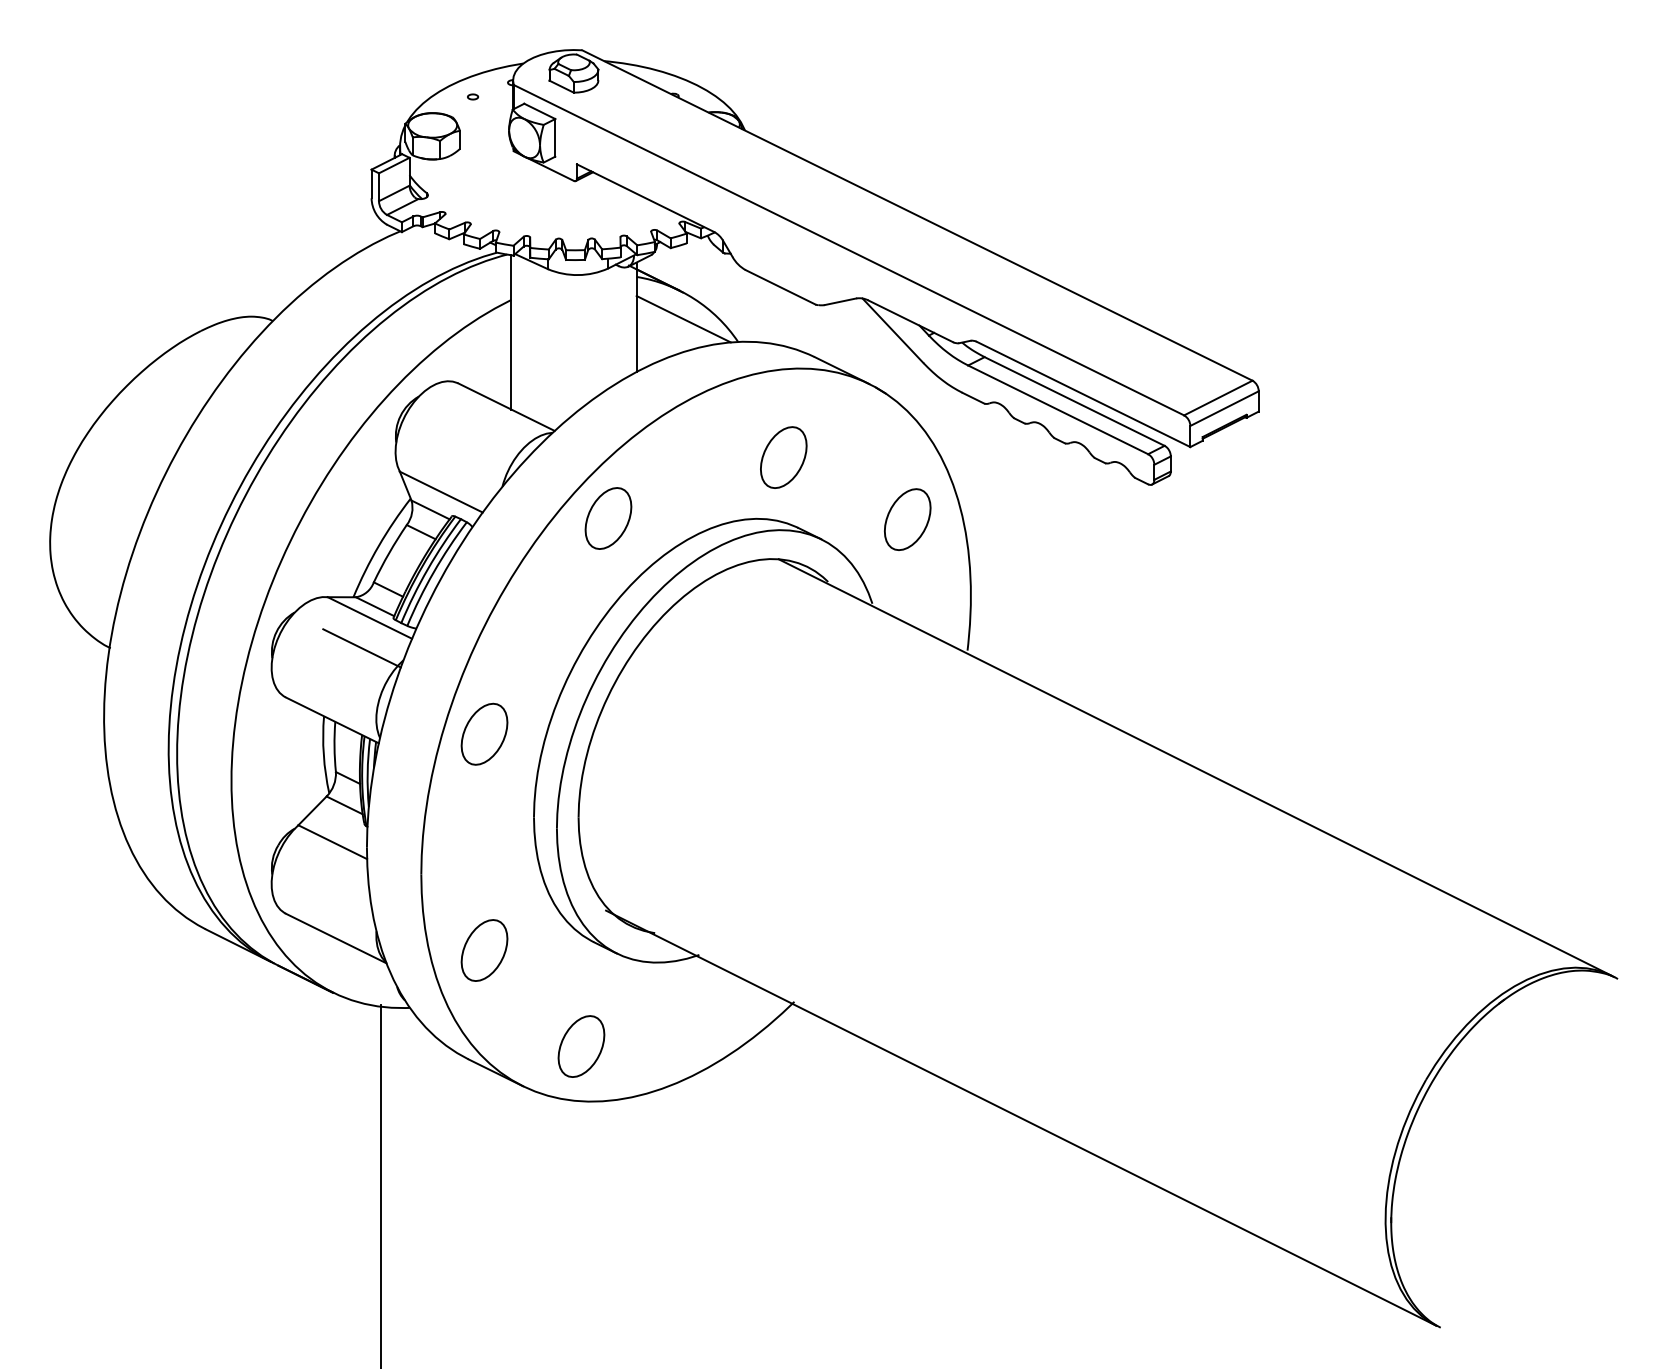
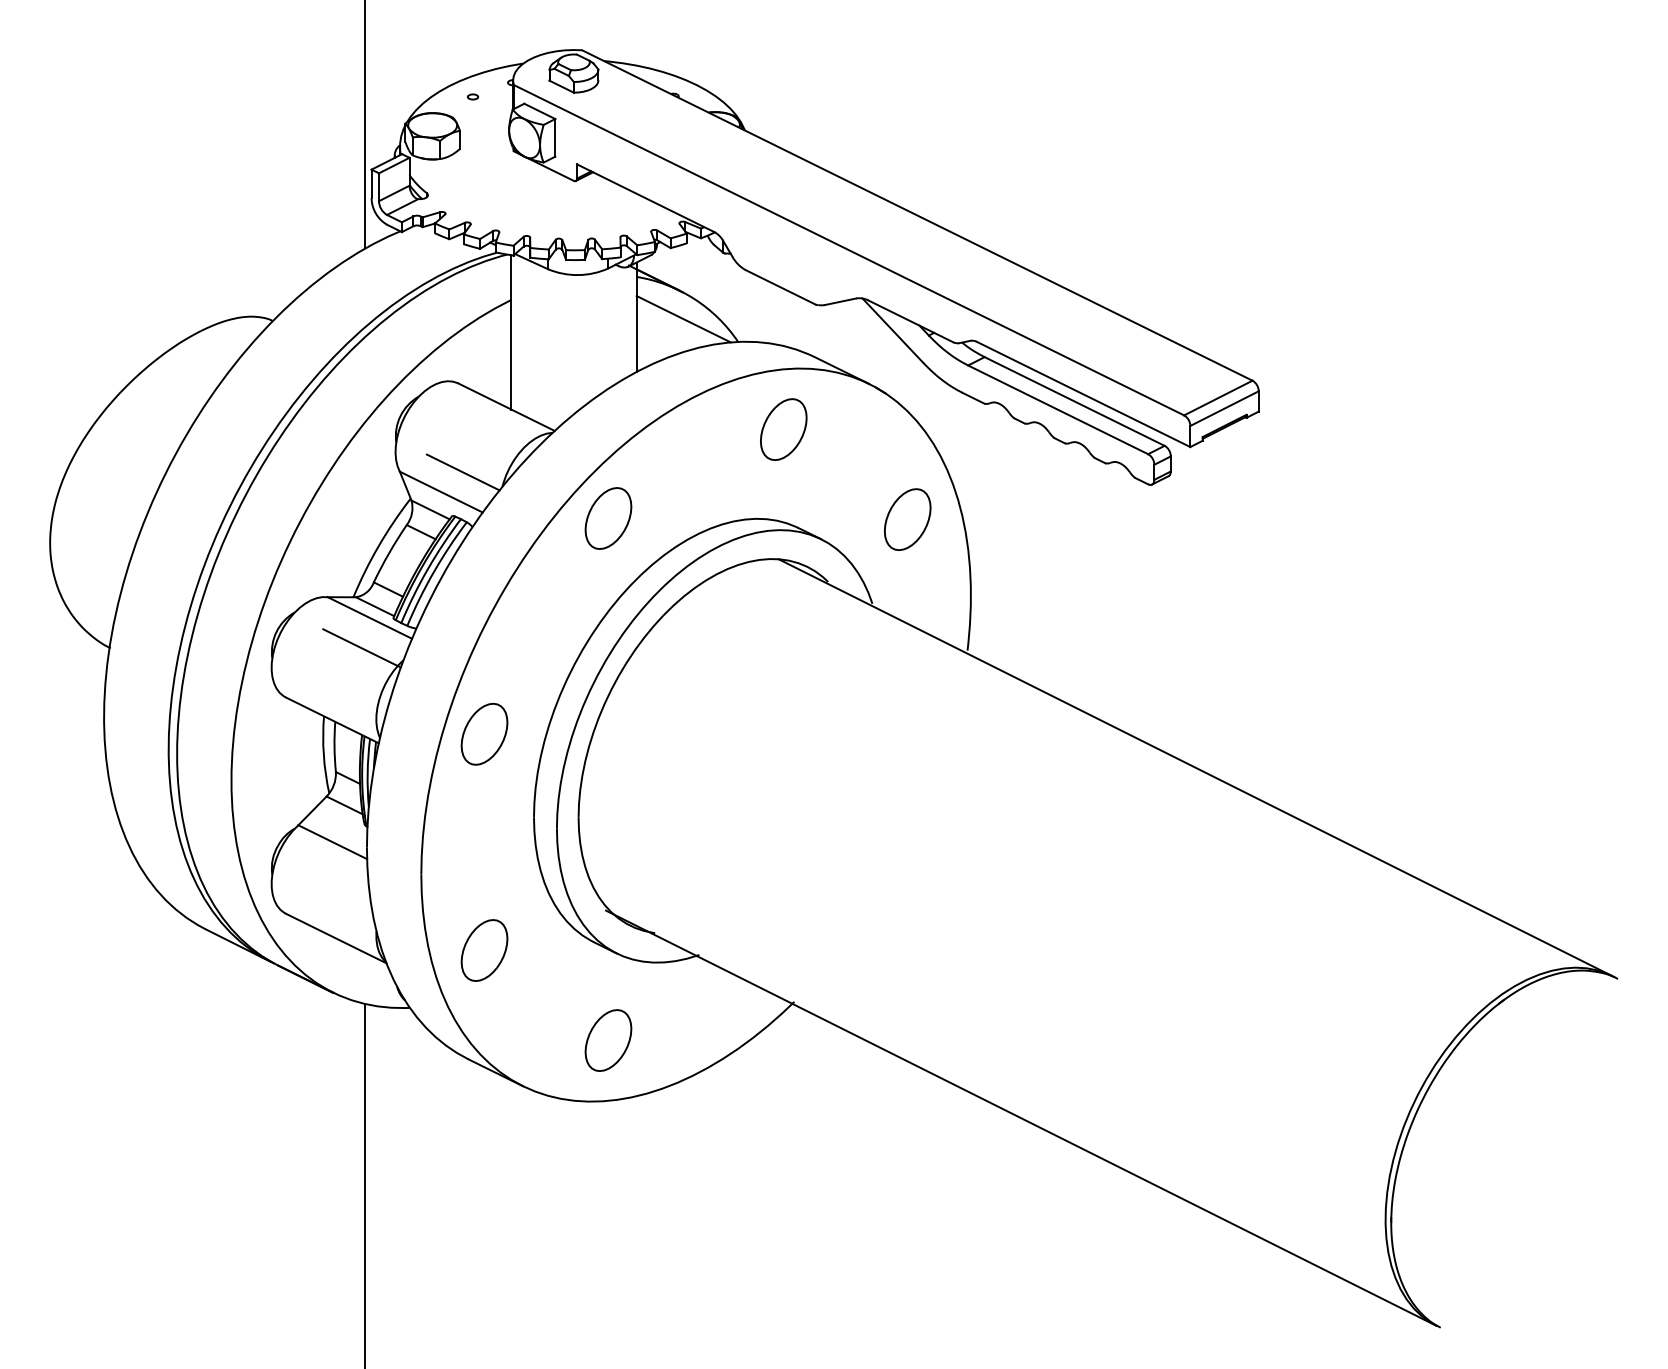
line at (365, 125): none -> present
part at (783, 457) position: (783, 457) -> (783, 429)
line at (462, 472): none -> present
part at (581, 1046) position: (581, 1046) -> (608, 1040)
line at (381, 1184) position: (381, 1184) -> (365, 1184)
